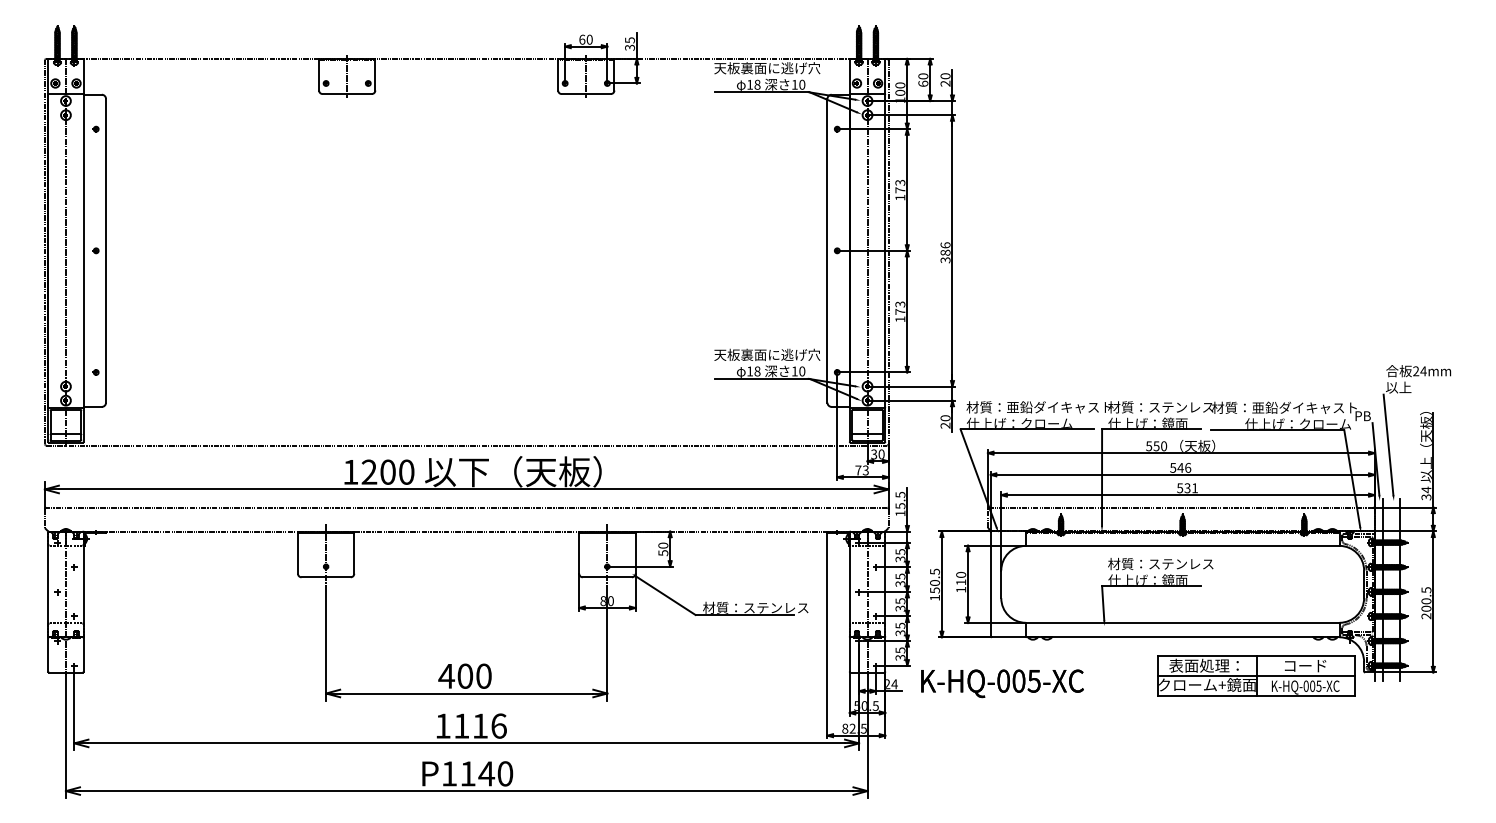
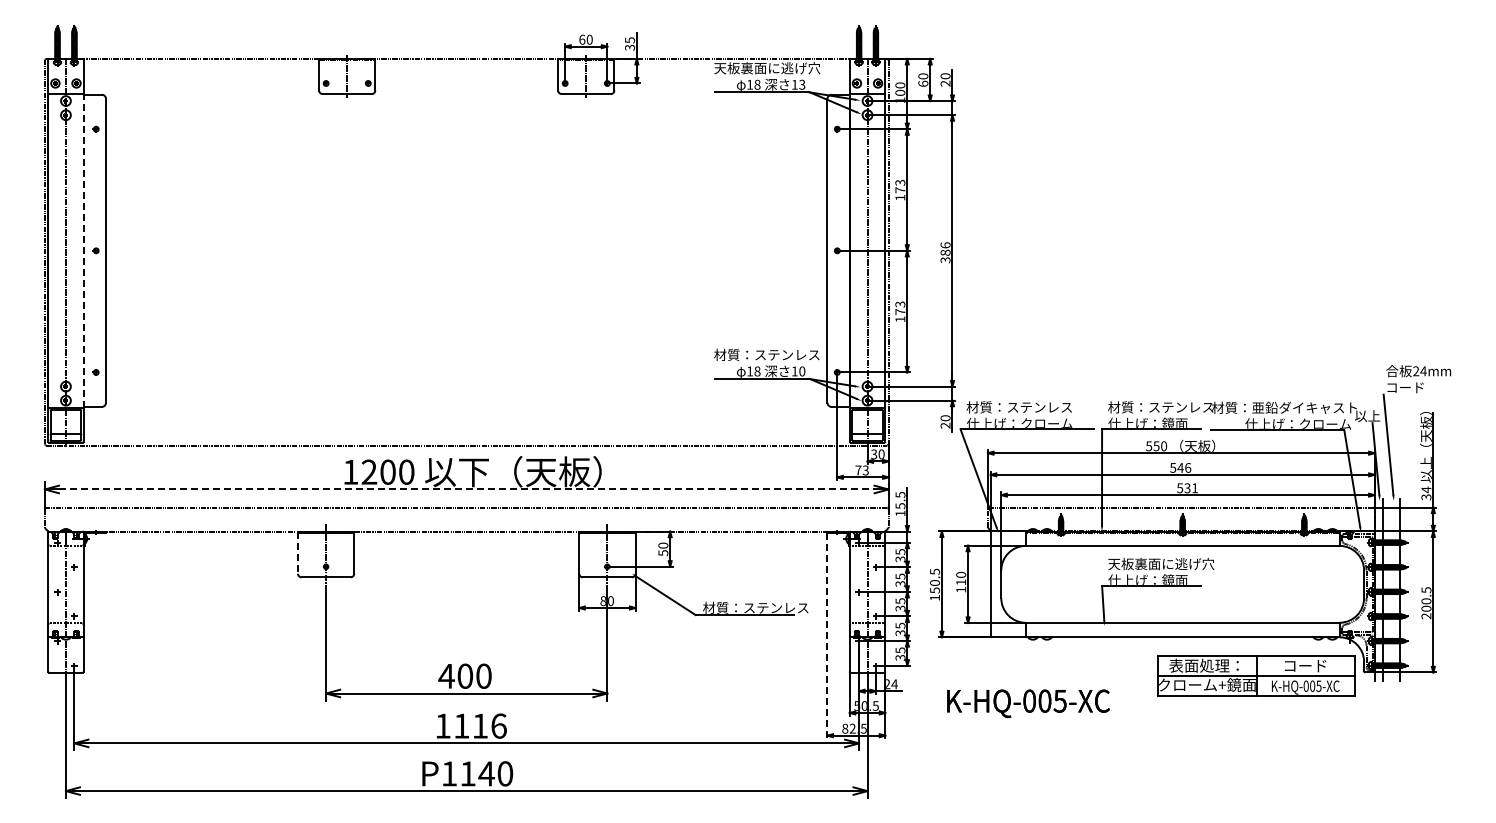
text at (802, 84): 10 -> 13
line at (83, 250): solid -> dashed
text at (767, 354): 天板裏面に逃げ穴 -> 材質：ステンレス
text at (1404, 387): 以上 -> コード
text at (1059, 407): 材質：亜鉛ダイキャスト -> 材質：ステンレス
text at (1367, 415): PB -> 以上
line at (466, 489): solid -> dashed
line at (298, 553): solid -> dashed
text at (1161, 563): 材質：ステンレス -> 天板裏面に逃げ穴
line at (827, 635): solid -> dashed
text at (1002, 683) position: (1002, 683) -> (1028, 703)
